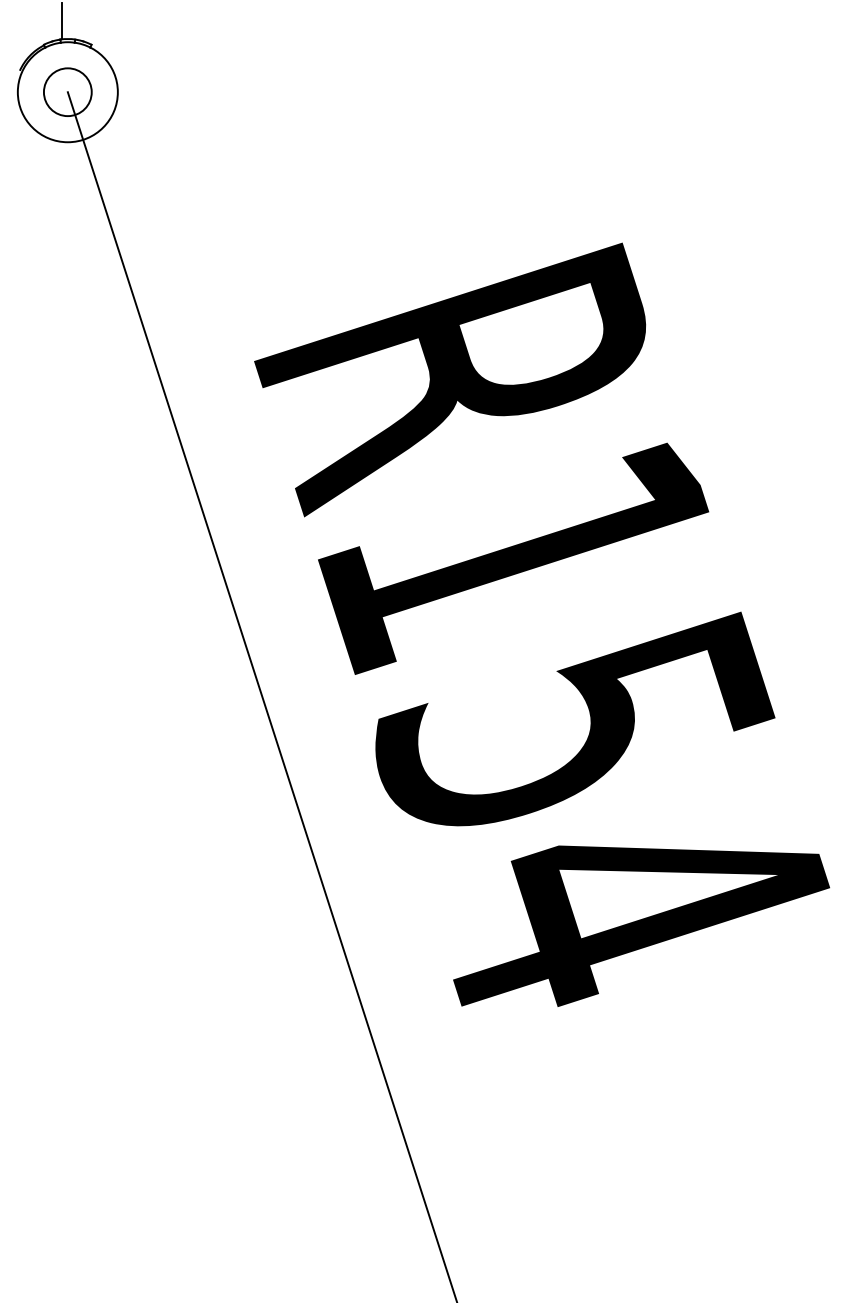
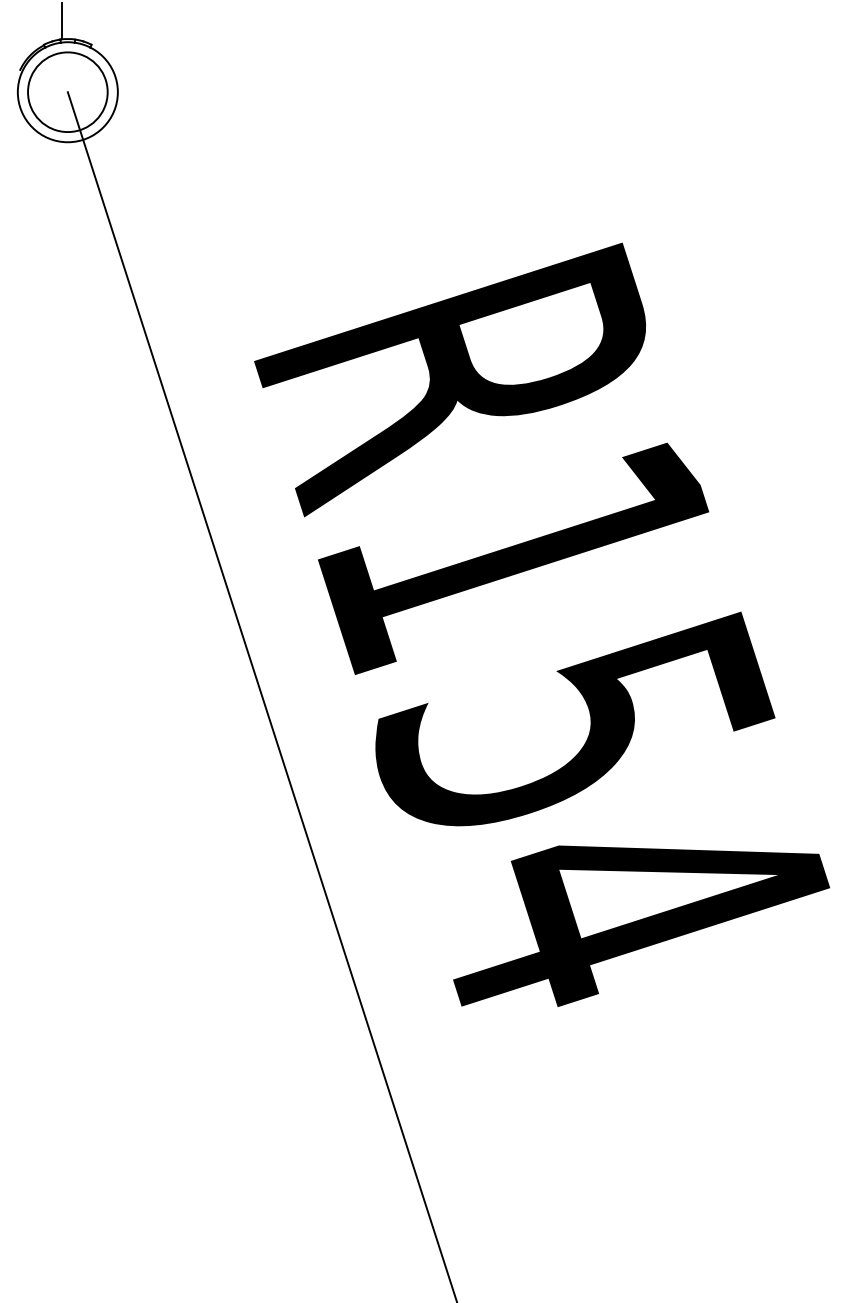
circle at (67, 92) diameter: 48 px -> 80 px
